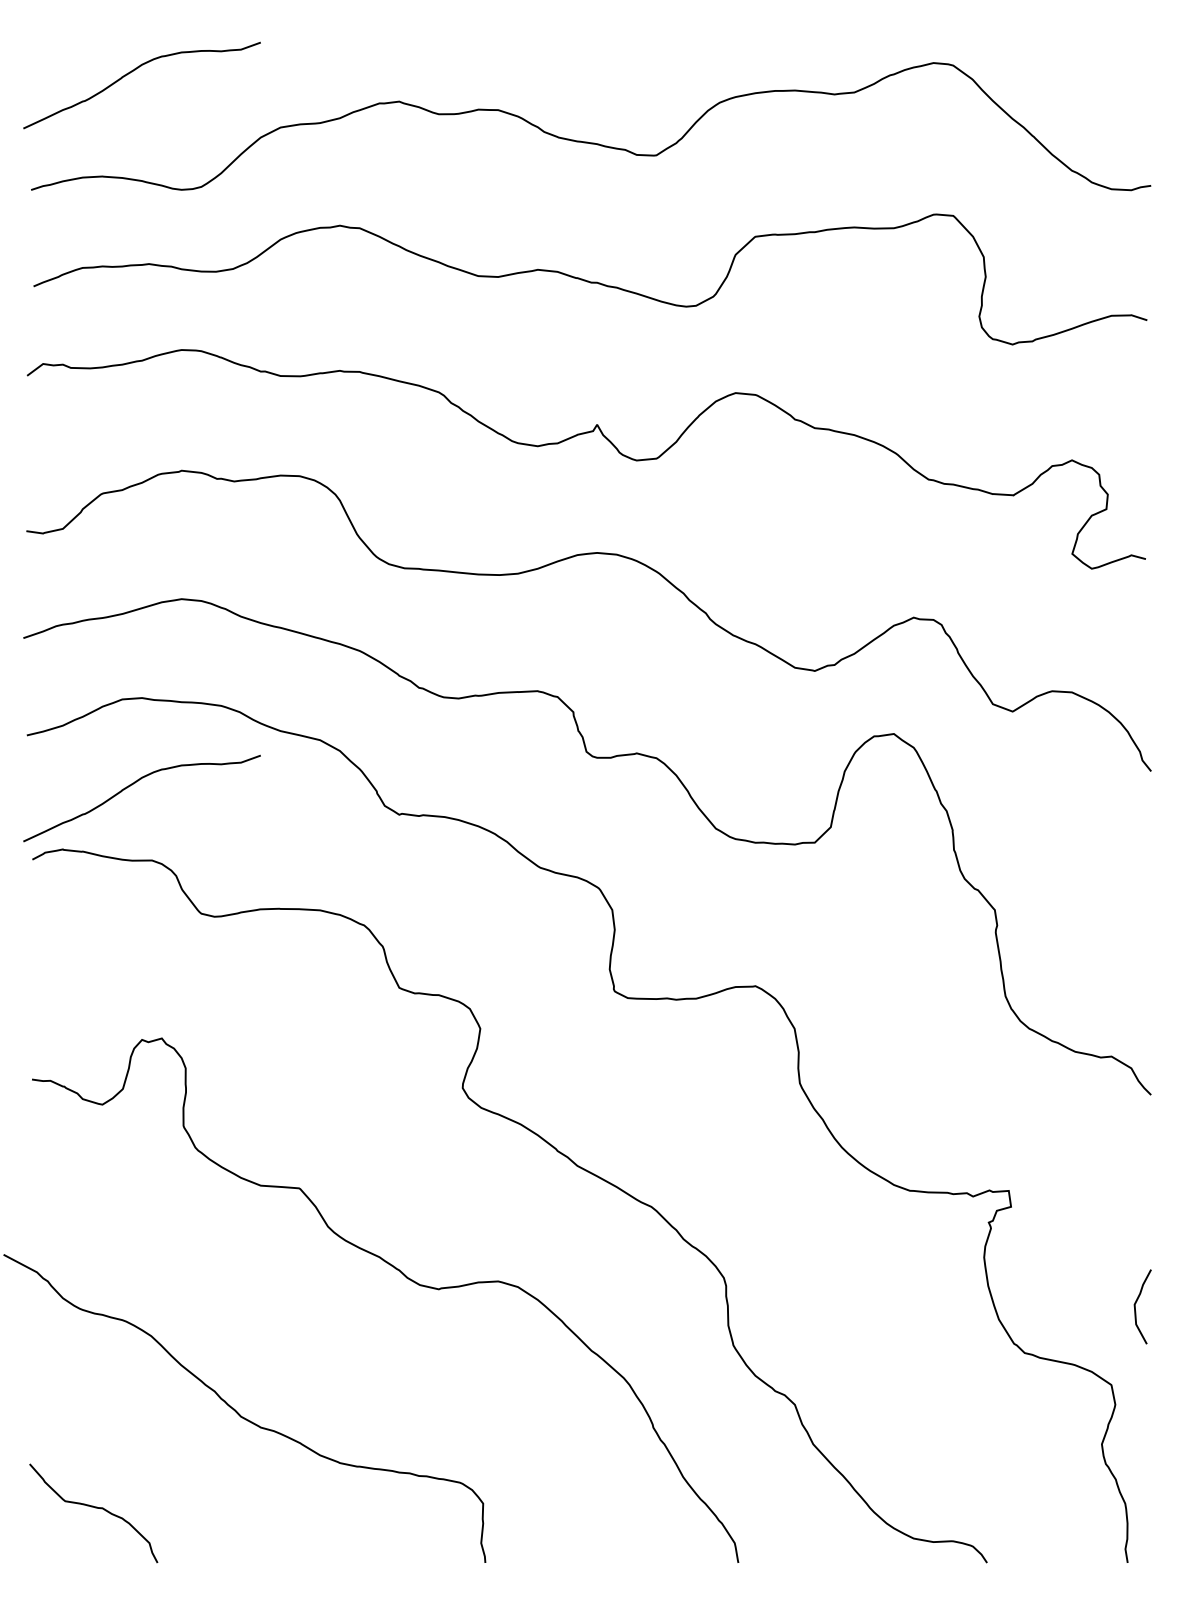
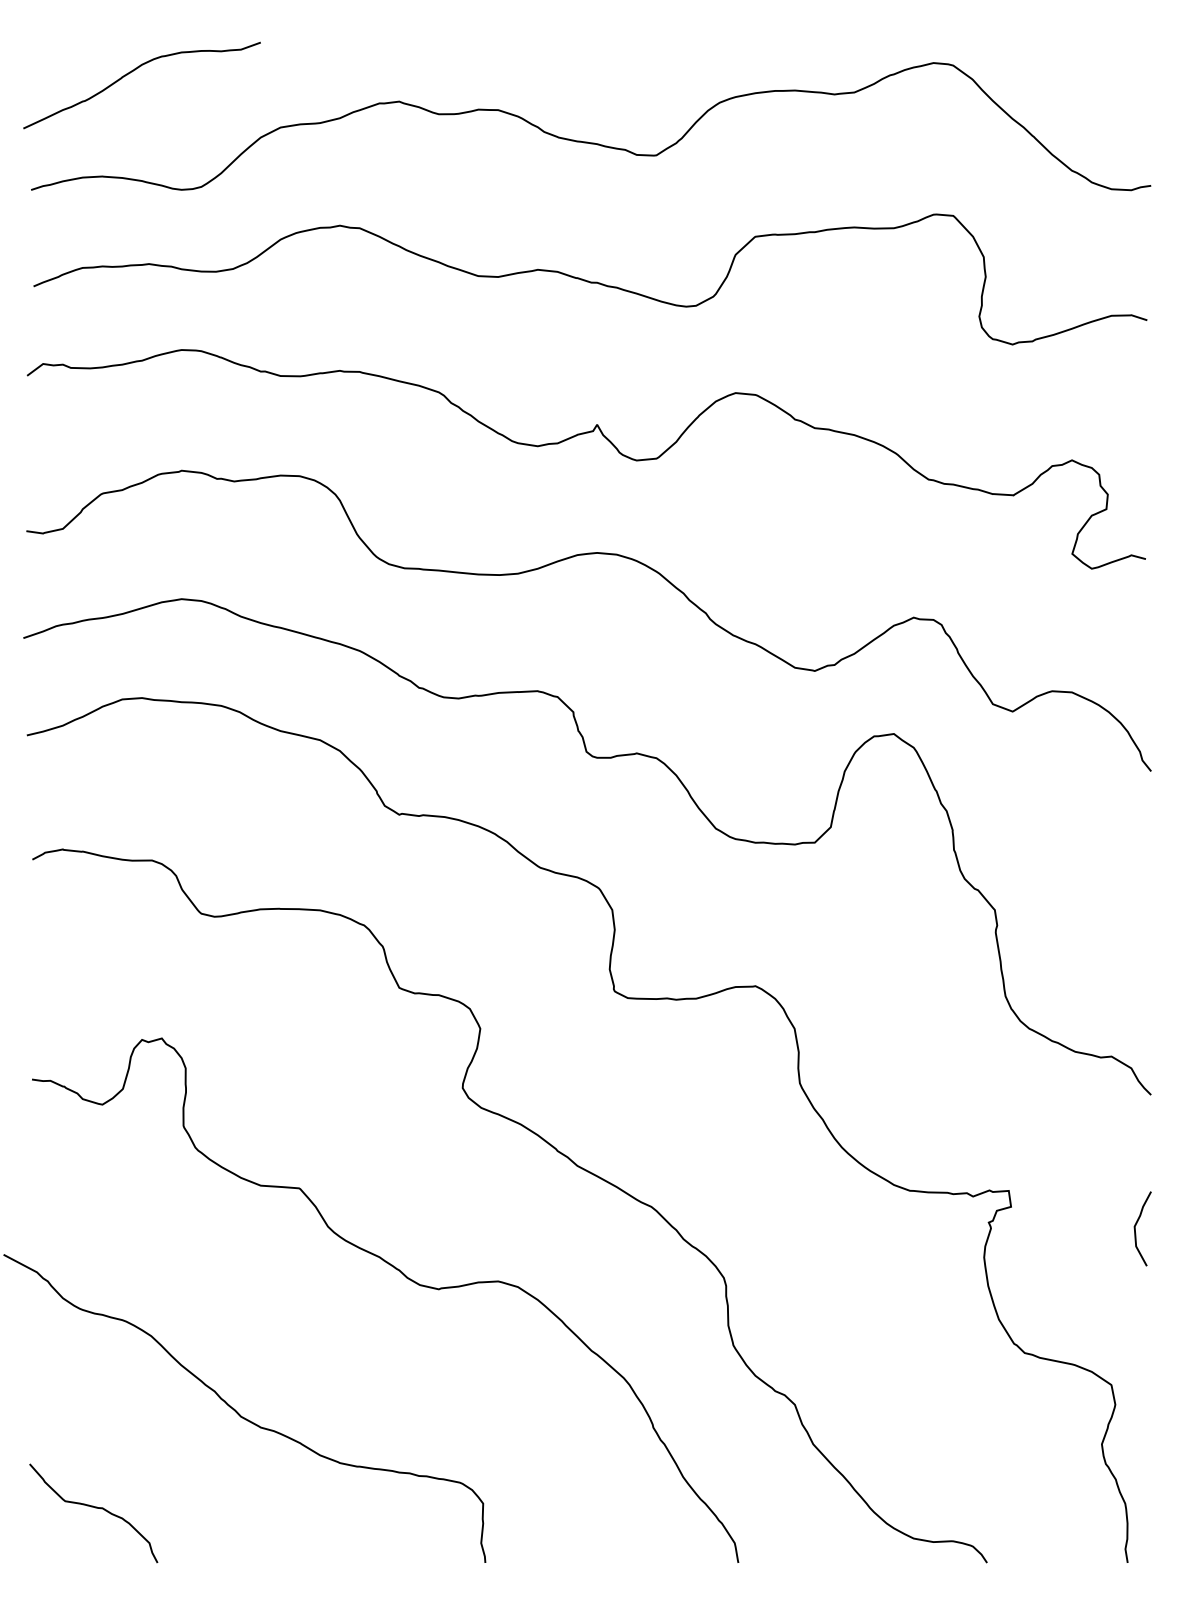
curve at (132, 785): present -> none
curve at (1136, 1303) position: (1136, 1303) -> (1136, 1225)
